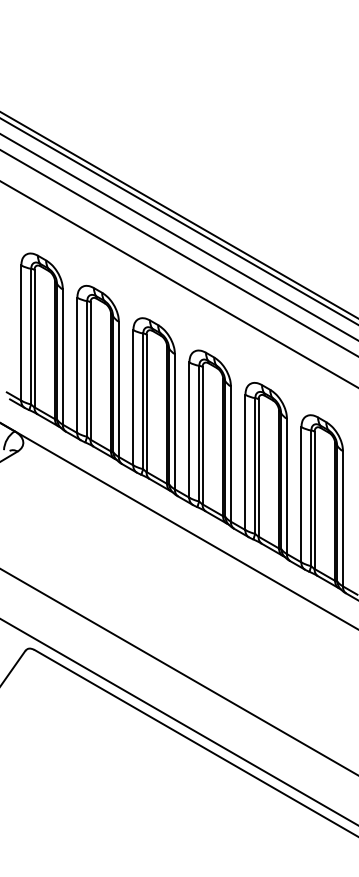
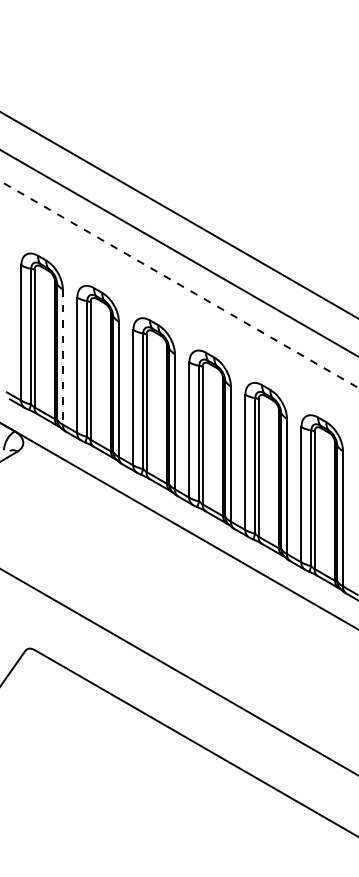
line at (178, 221): present -> none
line at (178, 236): present -> none
line at (179, 284): solid -> dashed
line at (62, 357): solid -> dashed
line at (178, 721): present -> none
